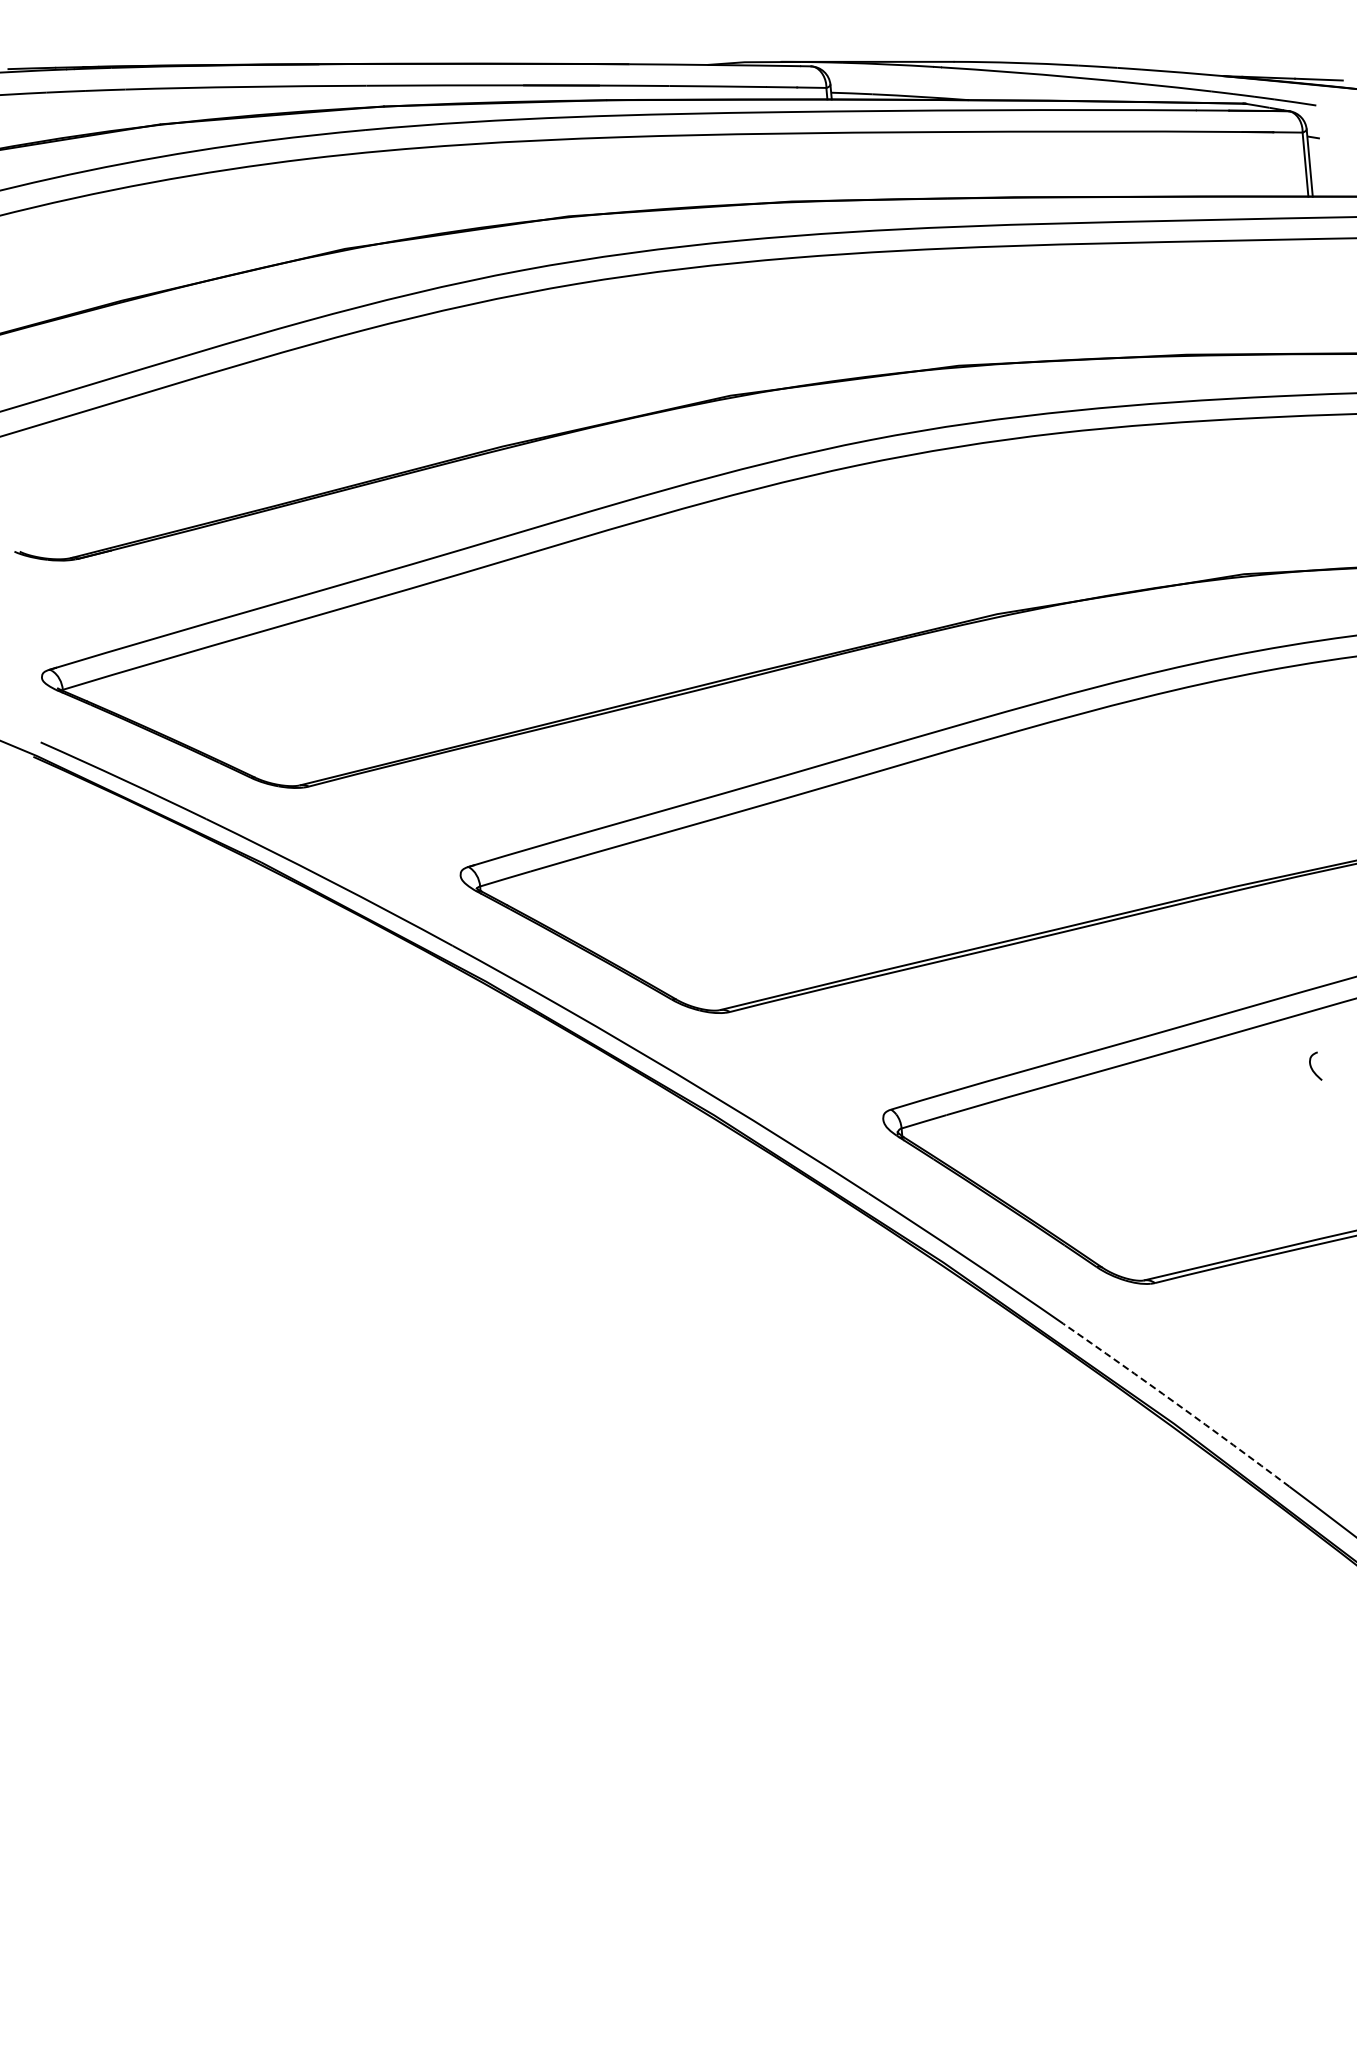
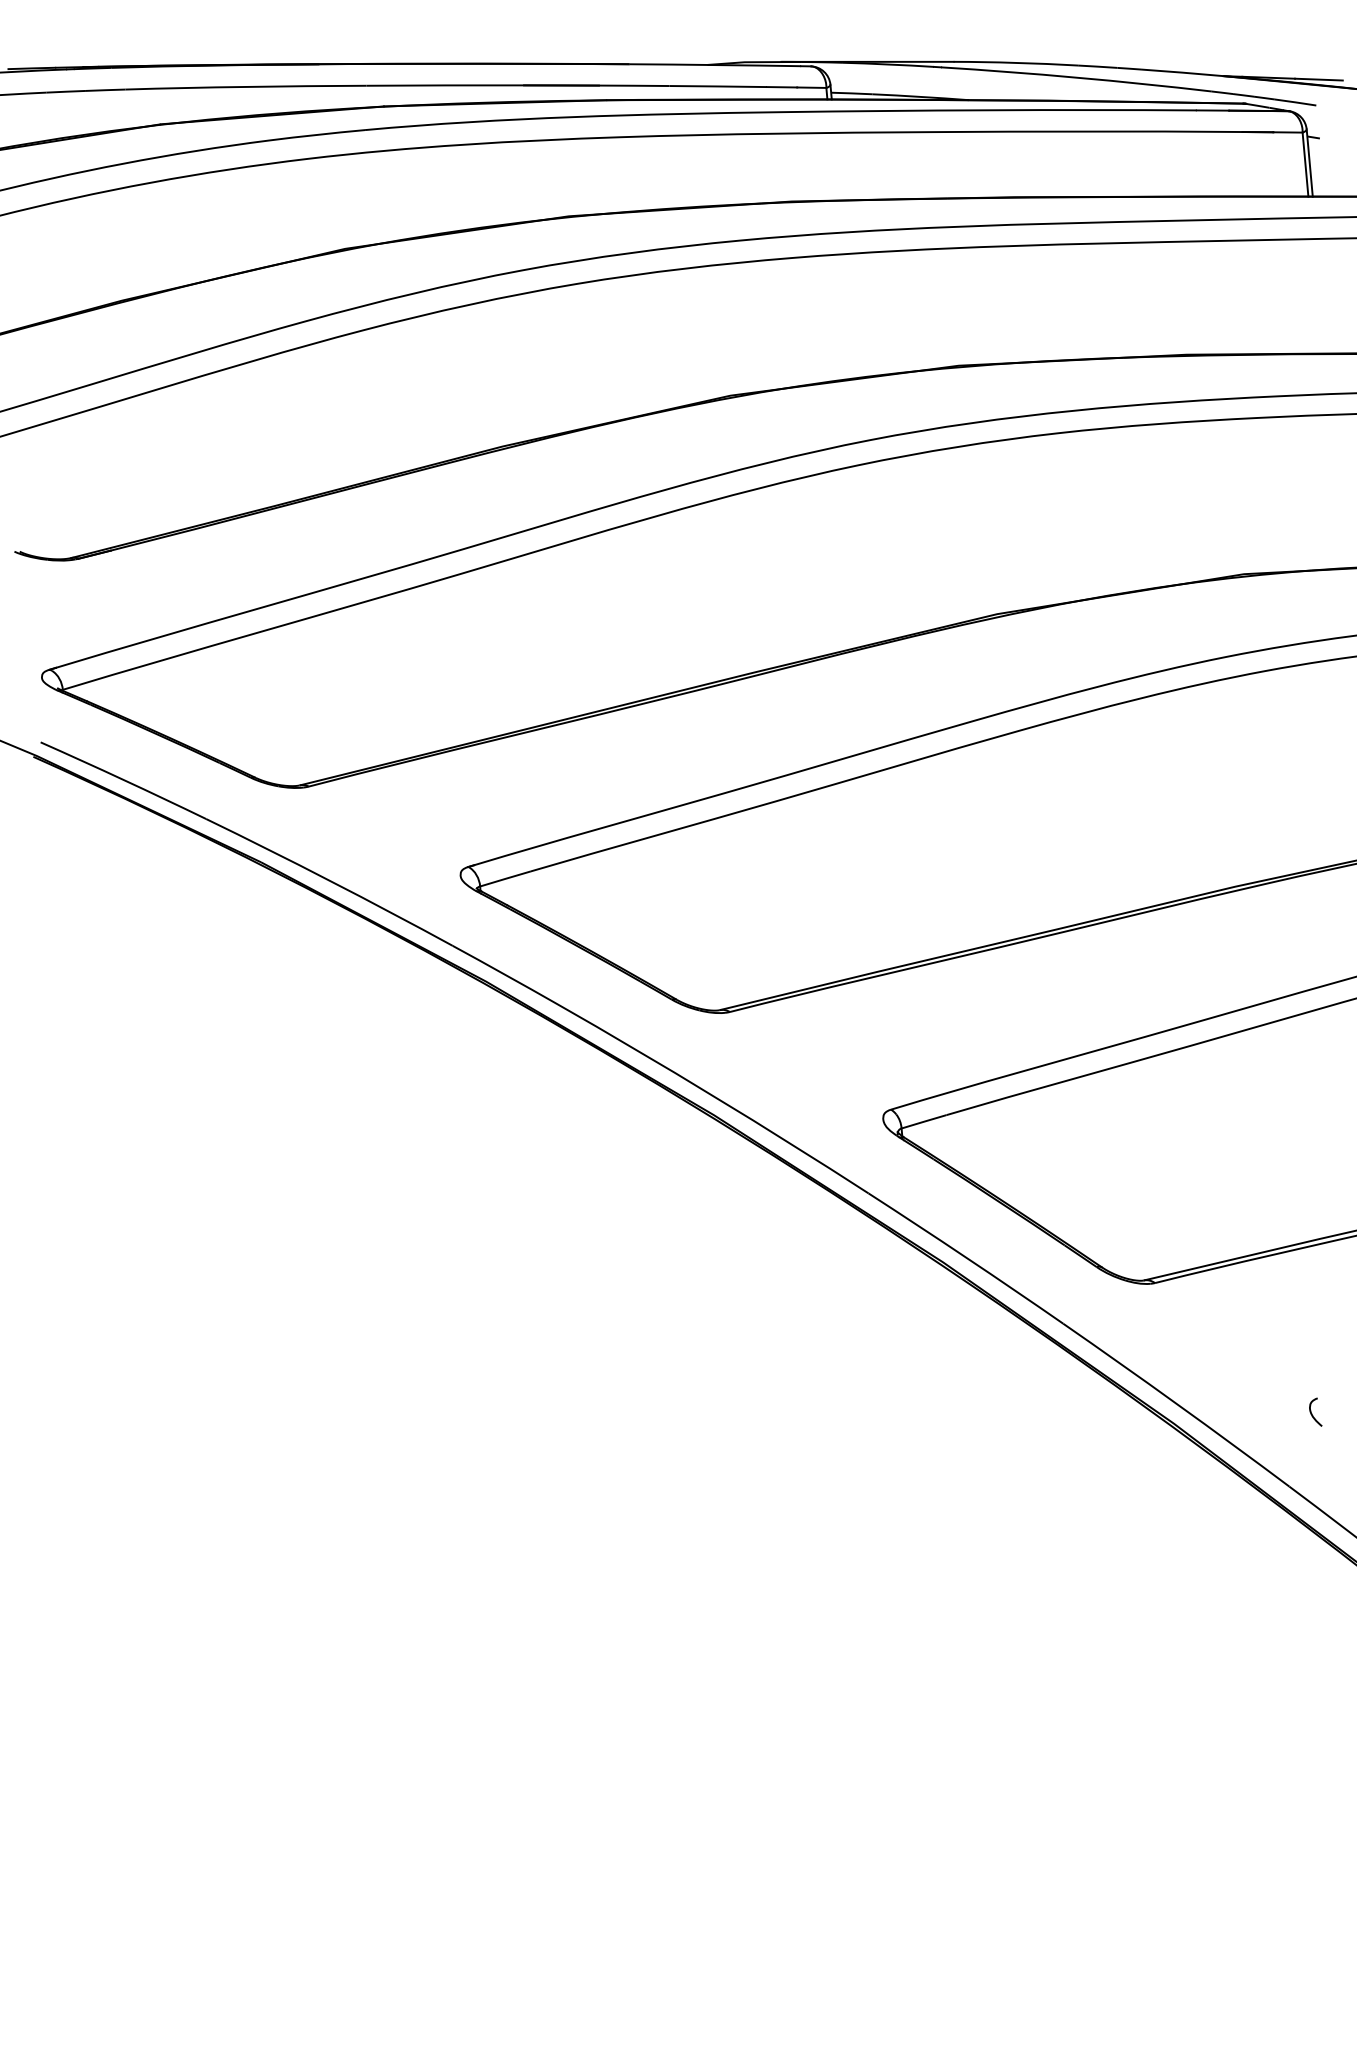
curve at (1312, 1067) position: (1312, 1067) -> (1312, 1413)
arc at (1177, 1404): dashed -> solid
